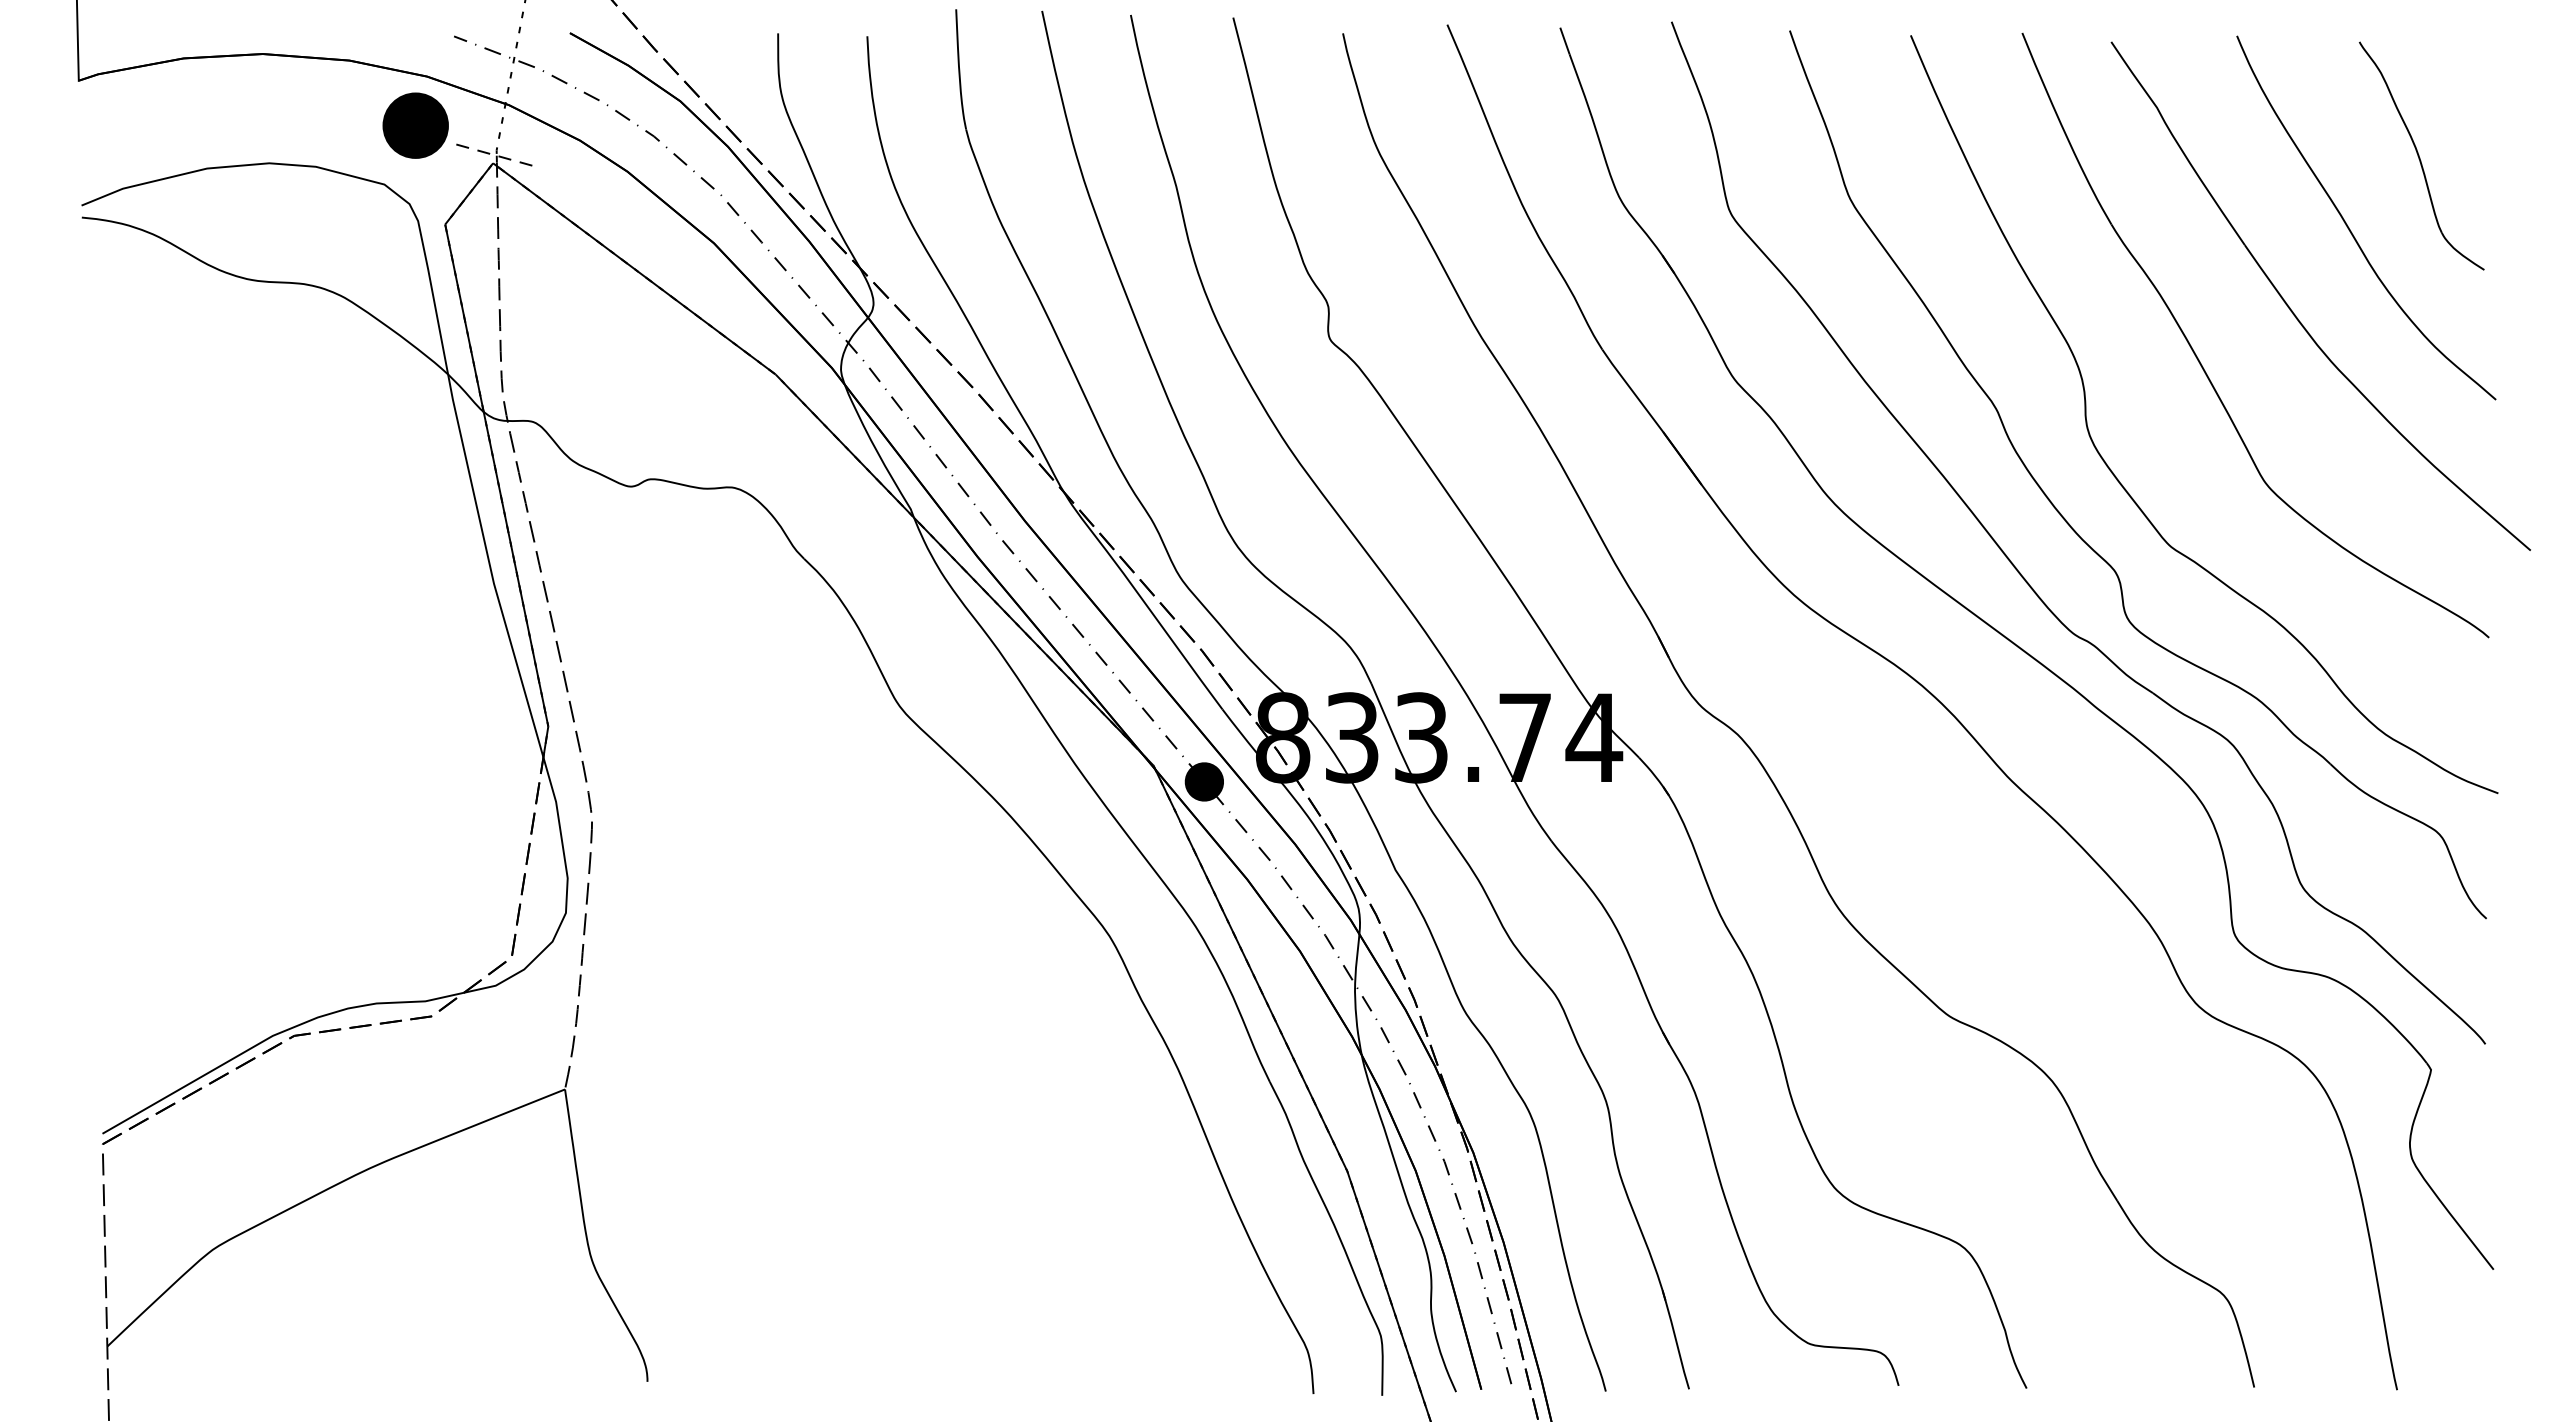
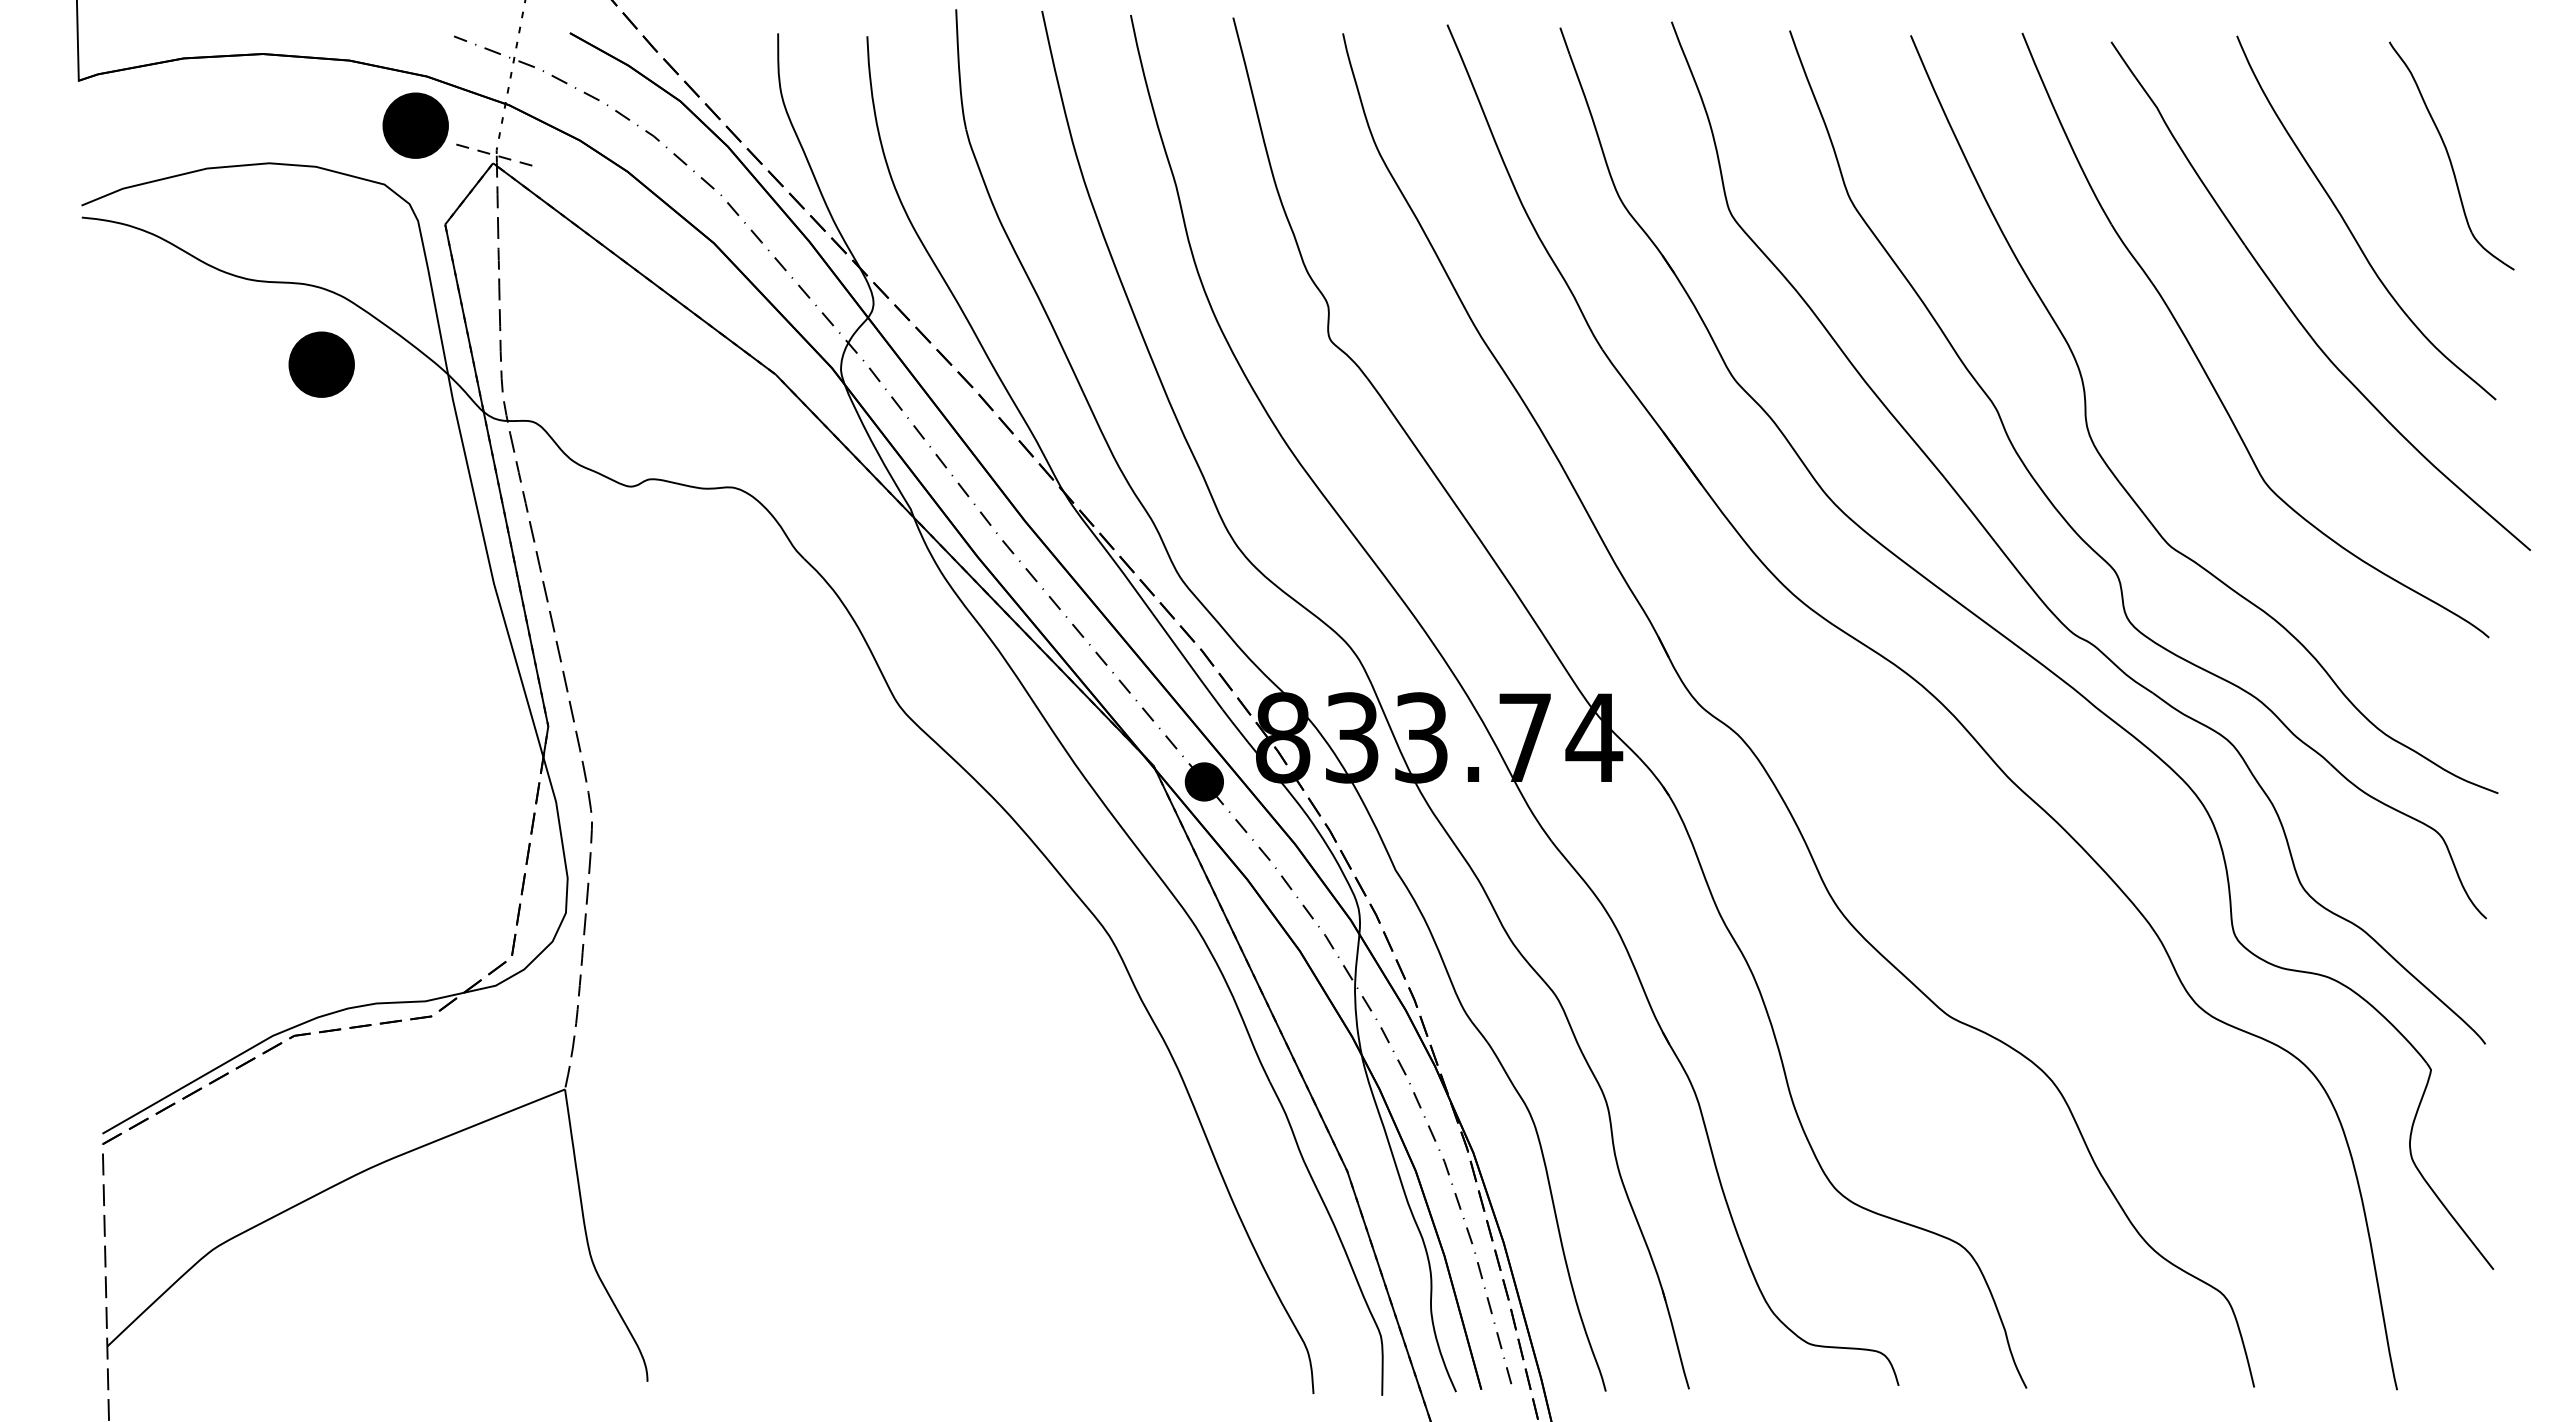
part at (2421, 155) position: (2421, 155) -> (2451, 155)
part at (321, 364): none -> present
